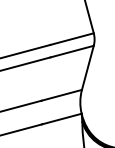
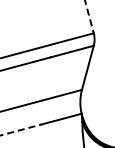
line at (89, 16): solid -> dashed
line at (21, 129): solid -> dashed
